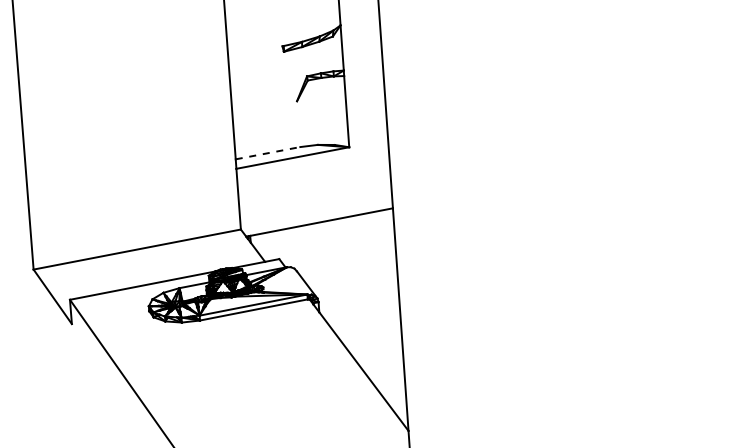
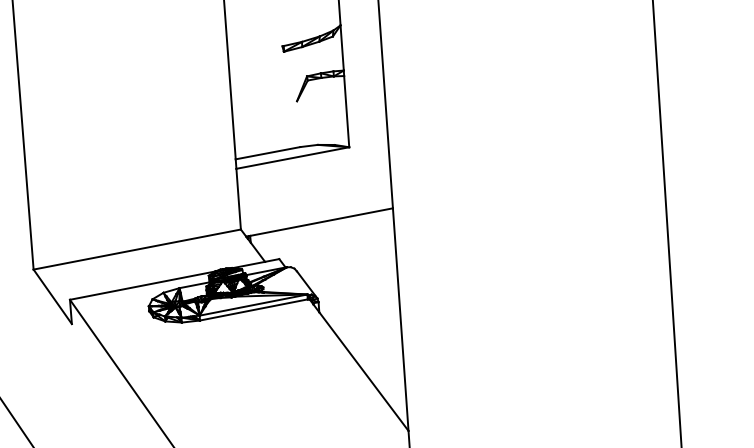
line at (268, 153): dashed -> solid
line at (667, 223): none -> present
line at (16, 422): none -> present
